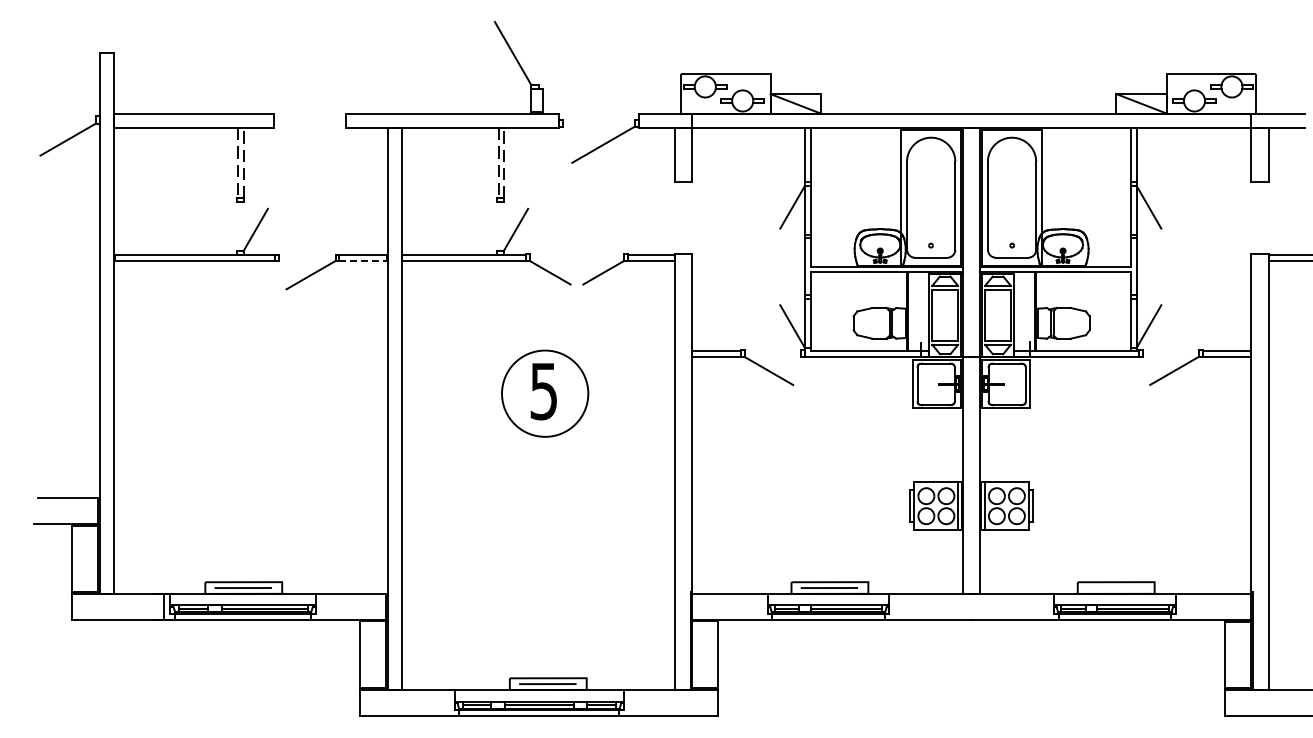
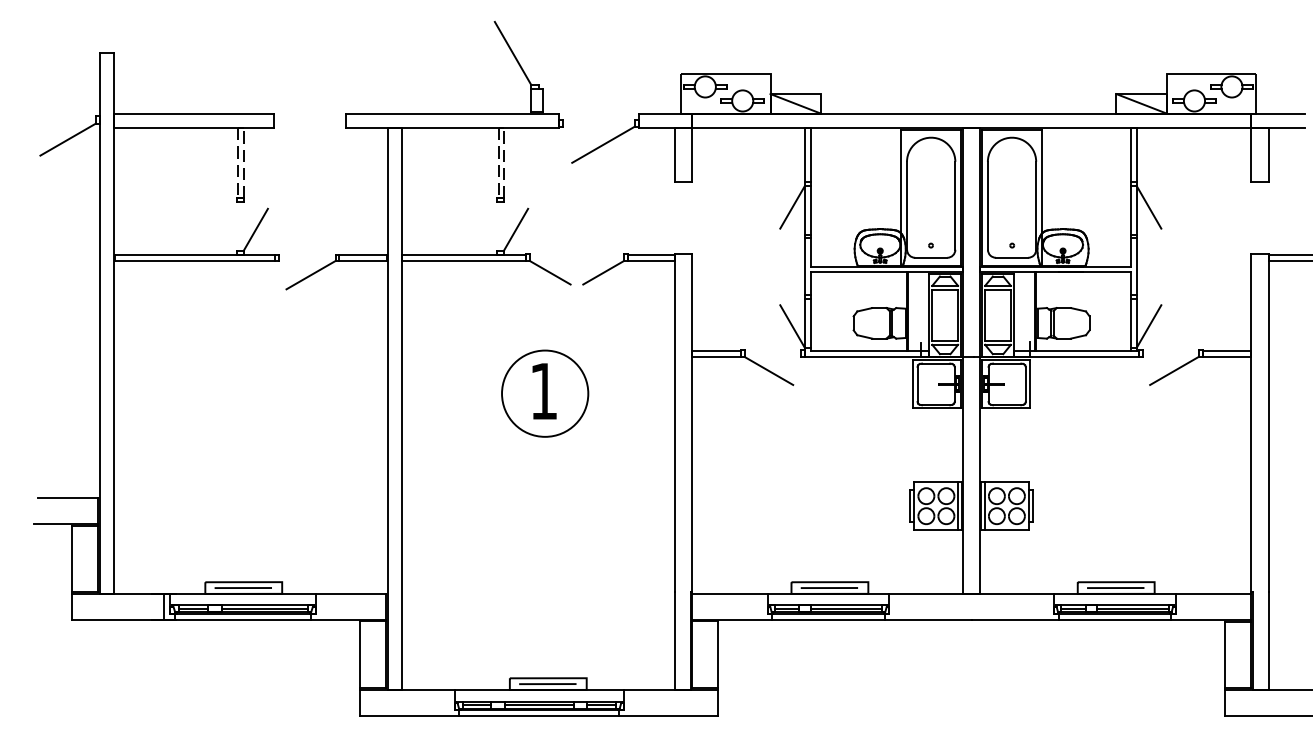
line at (363, 260): dashed -> solid
text at (543, 391): 5 -> 1
line at (1115, 588): none -> present
